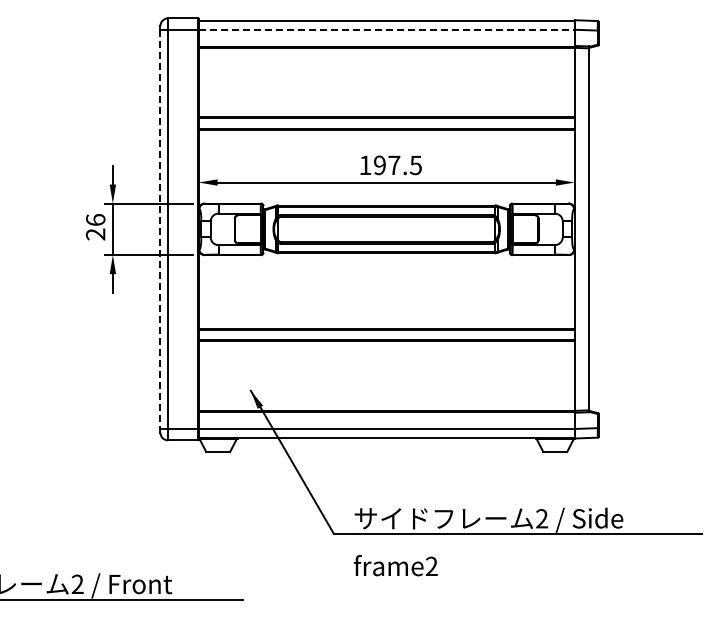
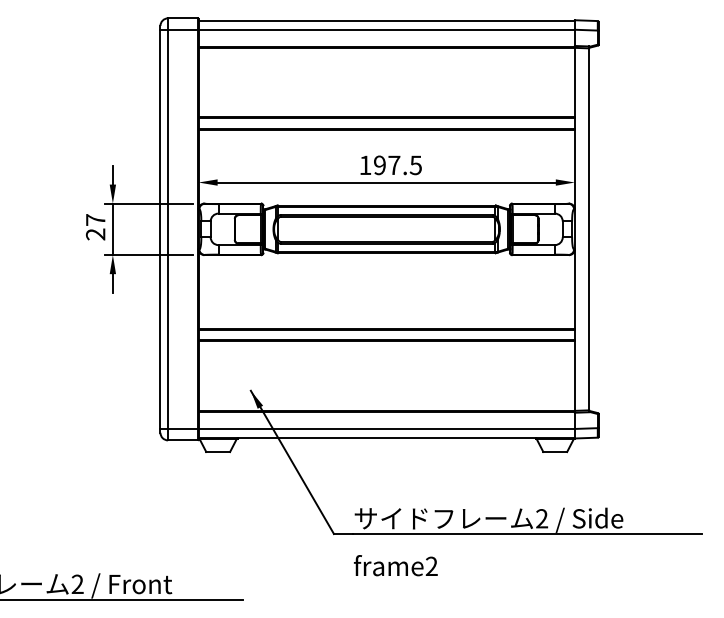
line at (387, 29): dashed -> solid
text at (95, 219): 26 -> 27
line at (160, 229): dashed -> solid
